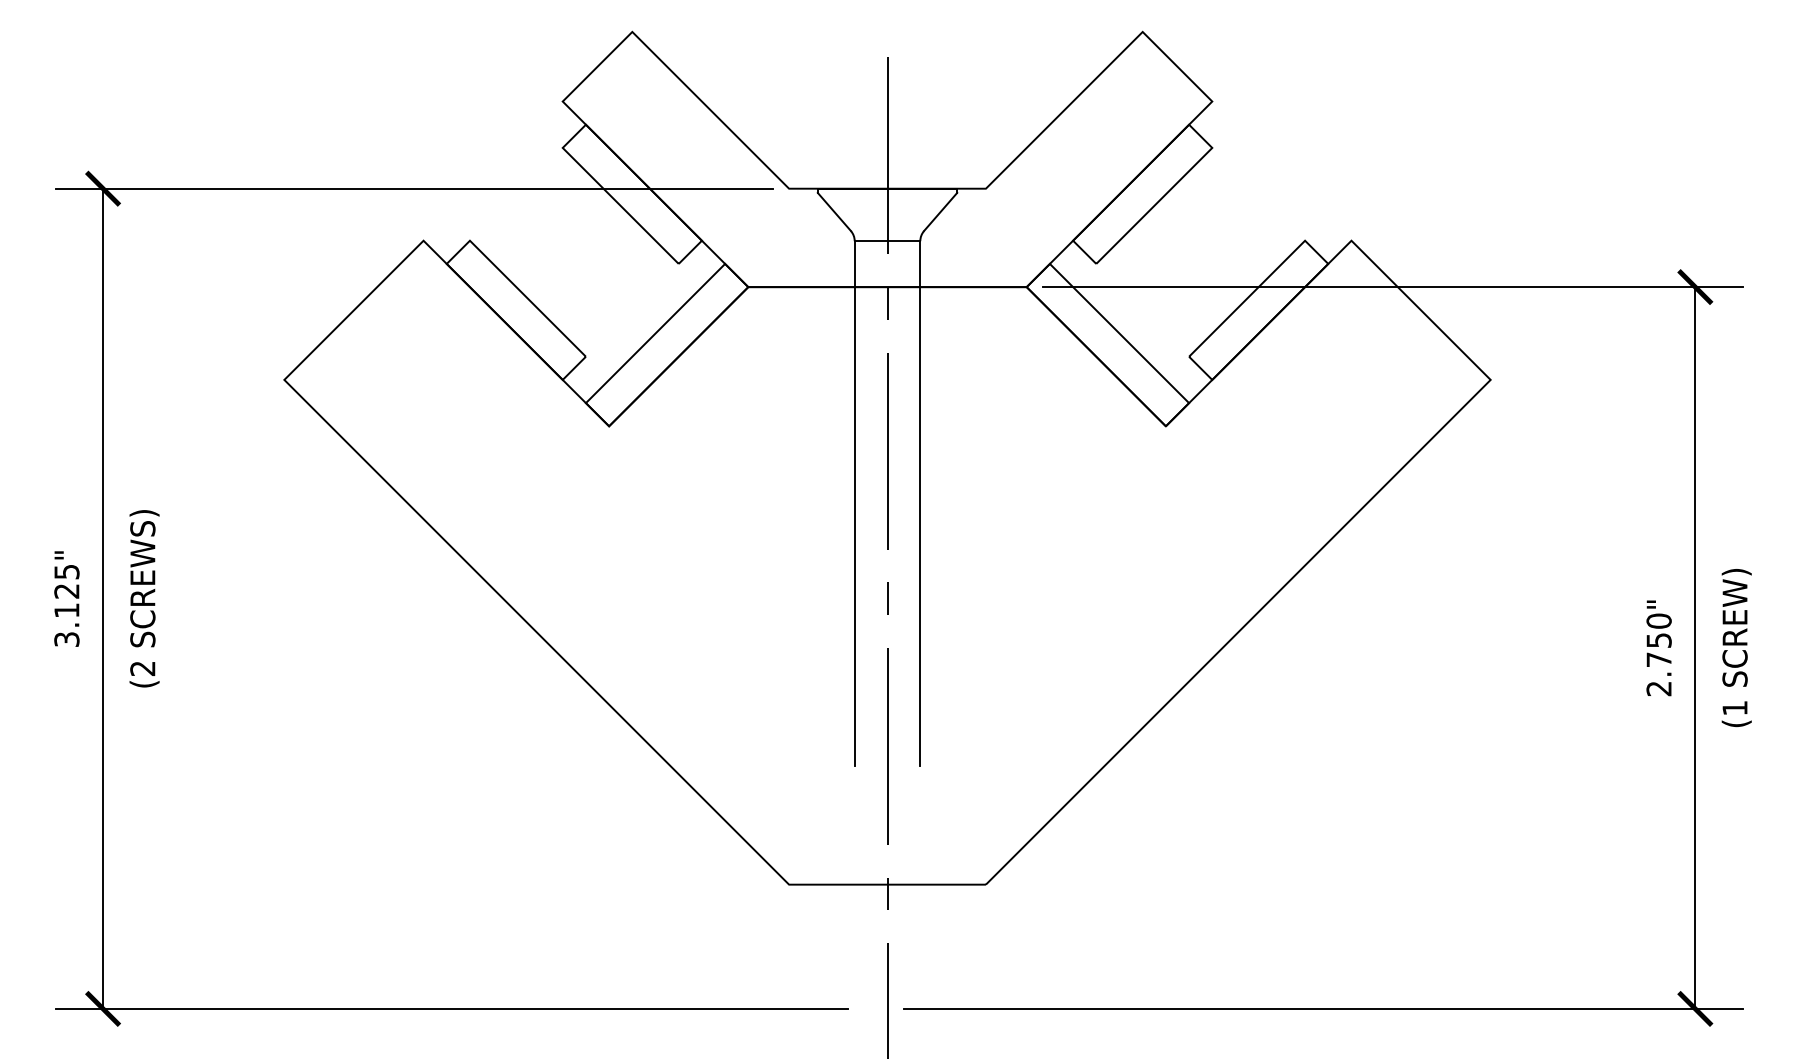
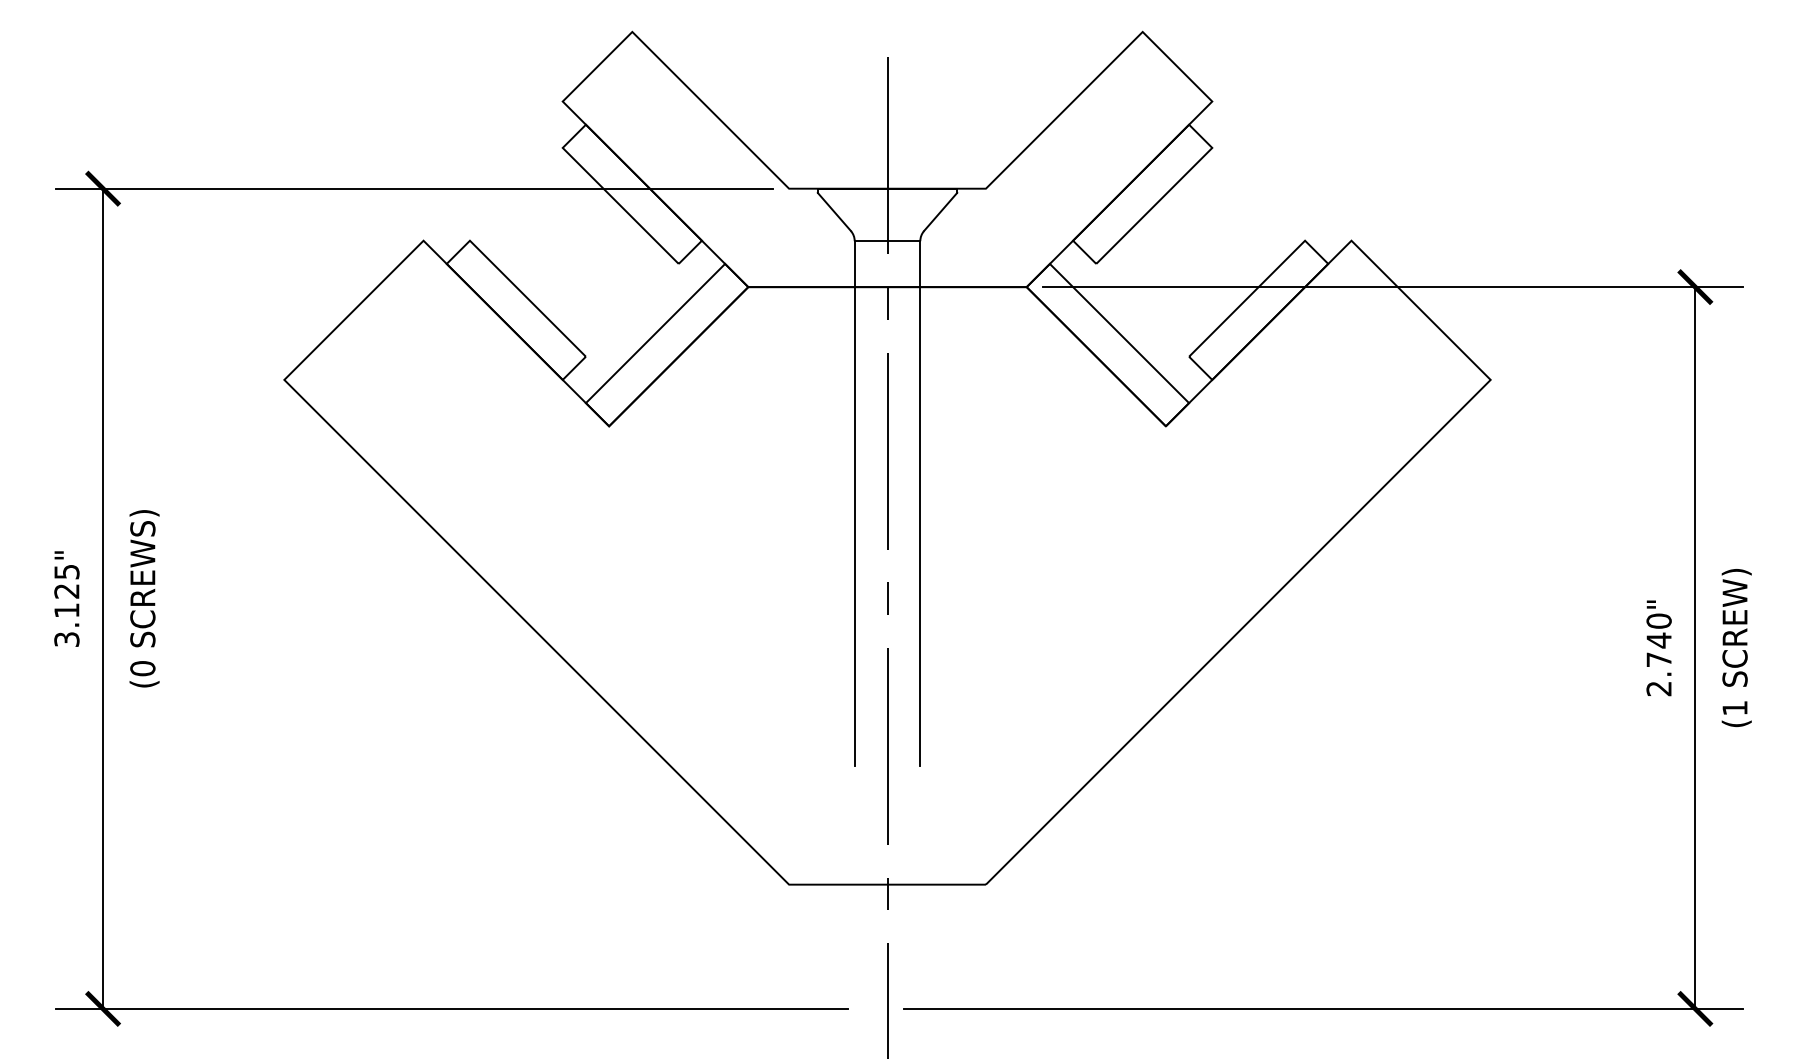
text at (1658, 640): 2.750" -> 2.740"
text at (142, 668): (2 -> (0
